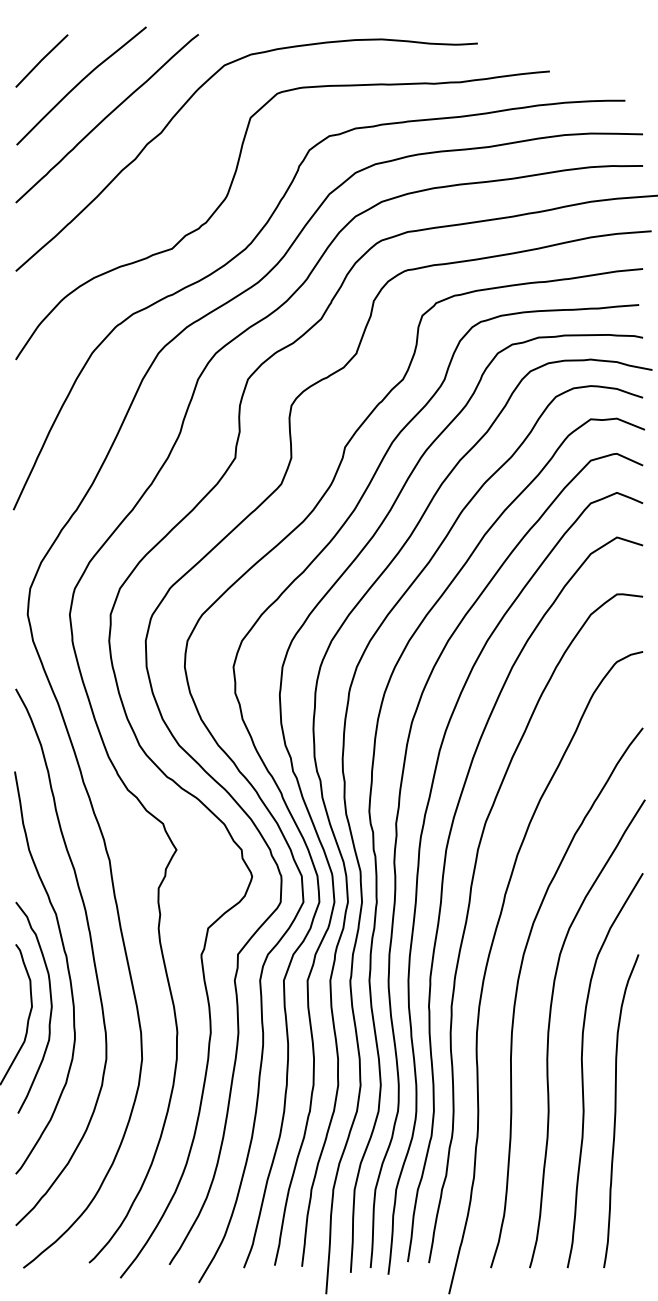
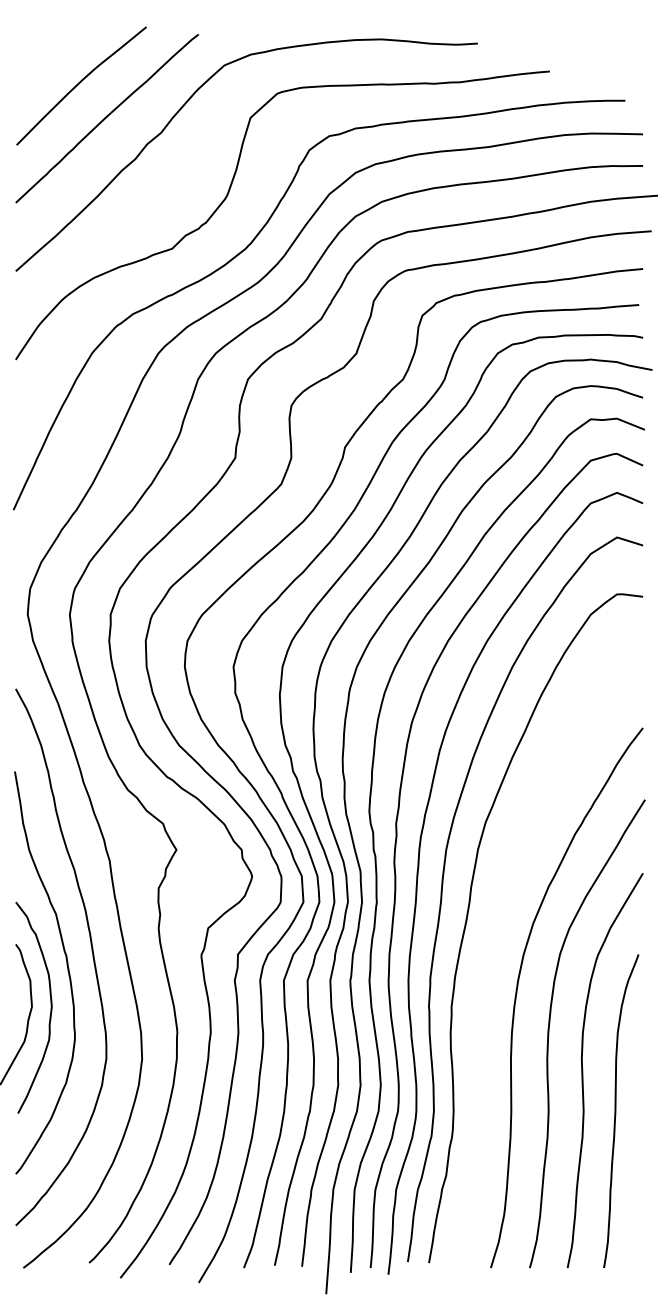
line at (41, 60): present -> none
curve at (488, 963): present -> none
